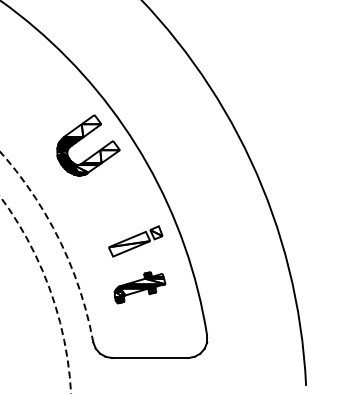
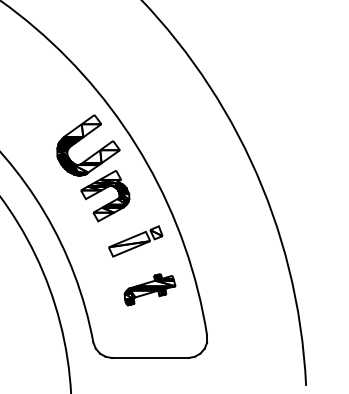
part at (103, 190): none -> present
arc at (59, 240): dashed -> solid
part at (139, 287) position: (139, 287) -> (149, 289)
circle at (35, 294): dashed -> solid
